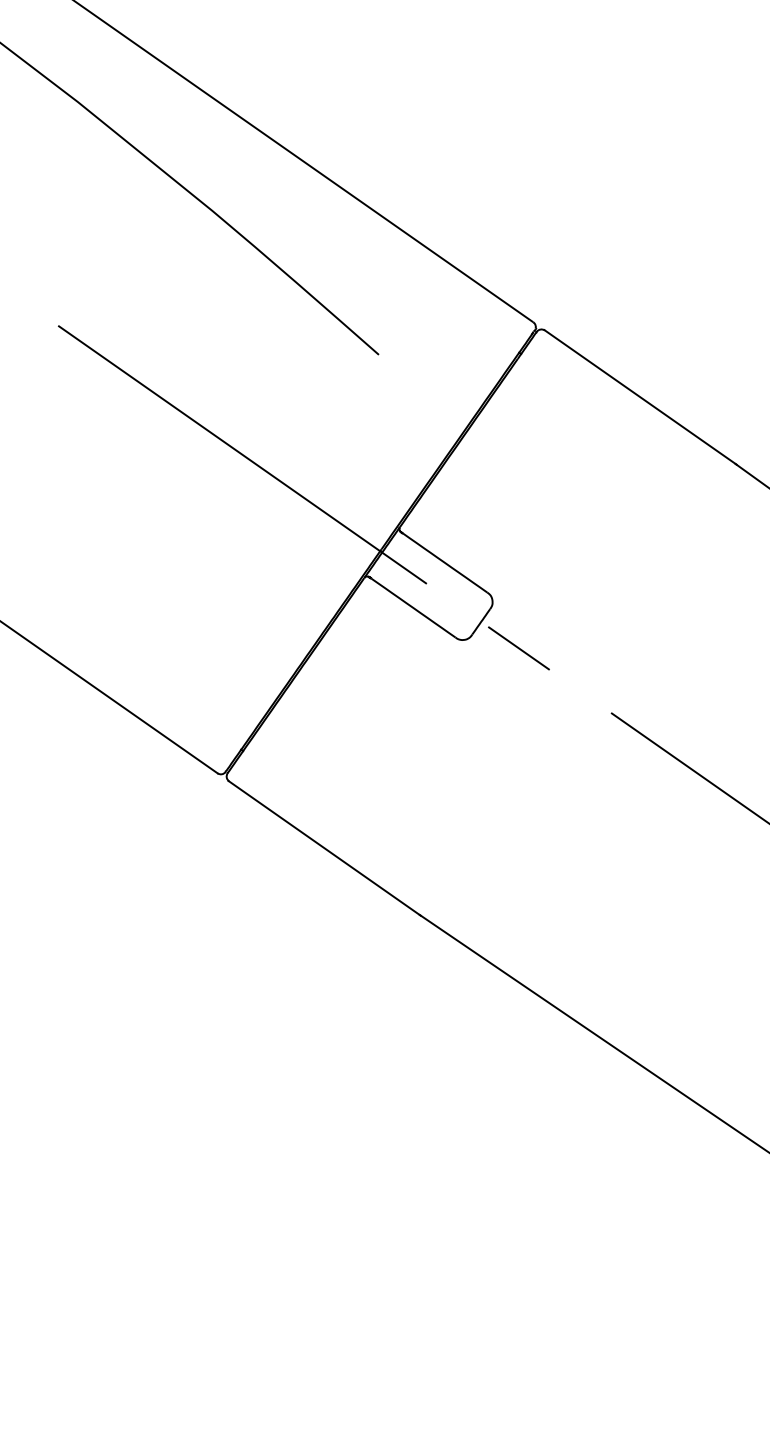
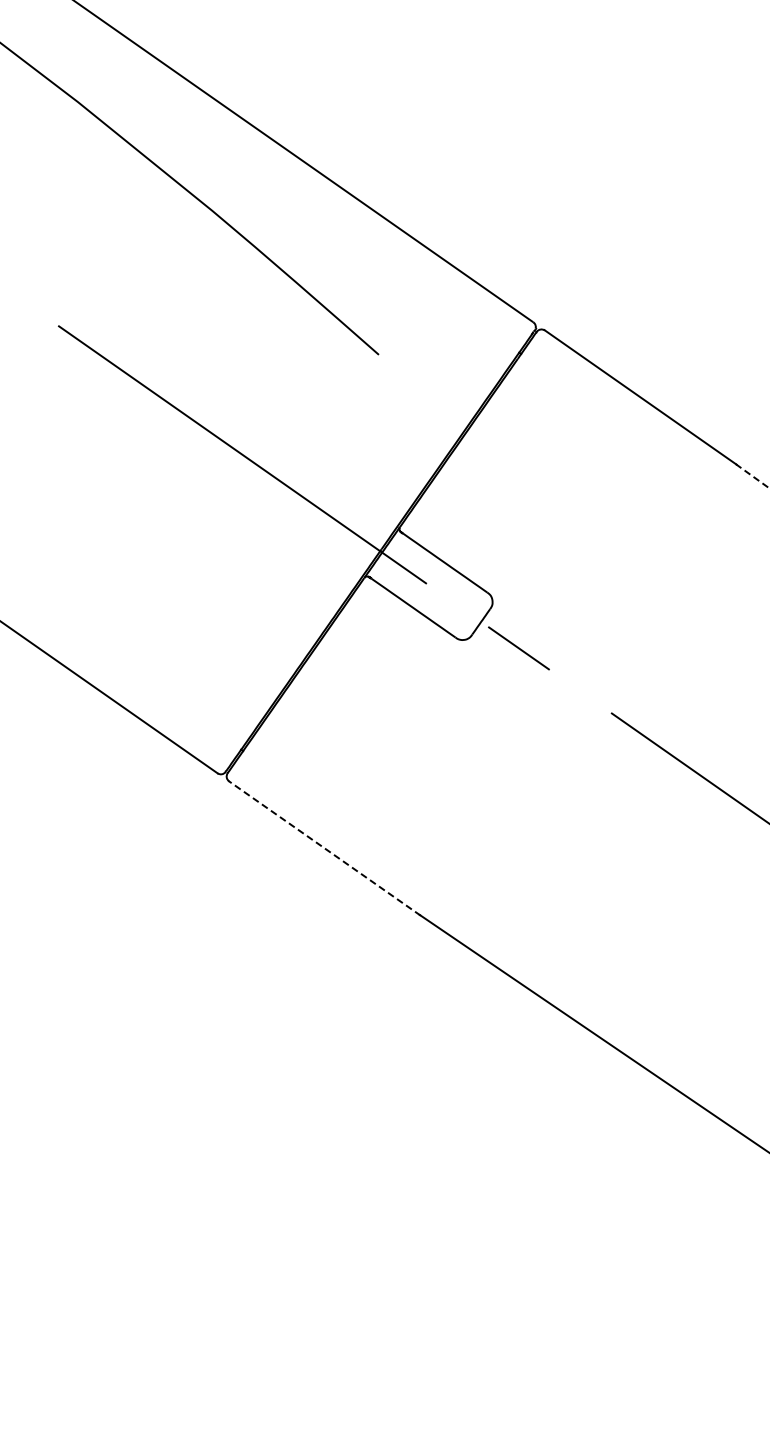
line at (752, 476): solid -> dashed
line at (324, 848): solid -> dashed
